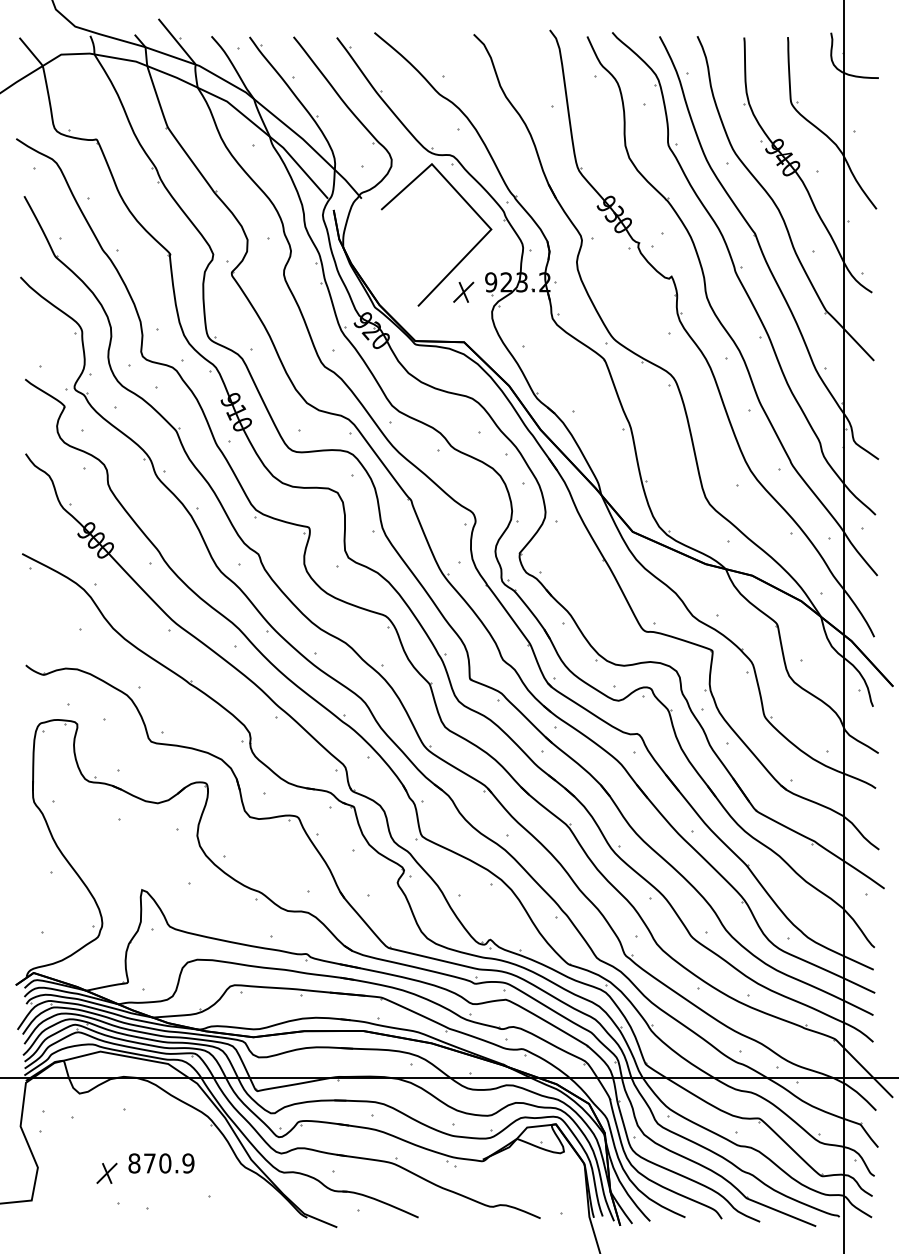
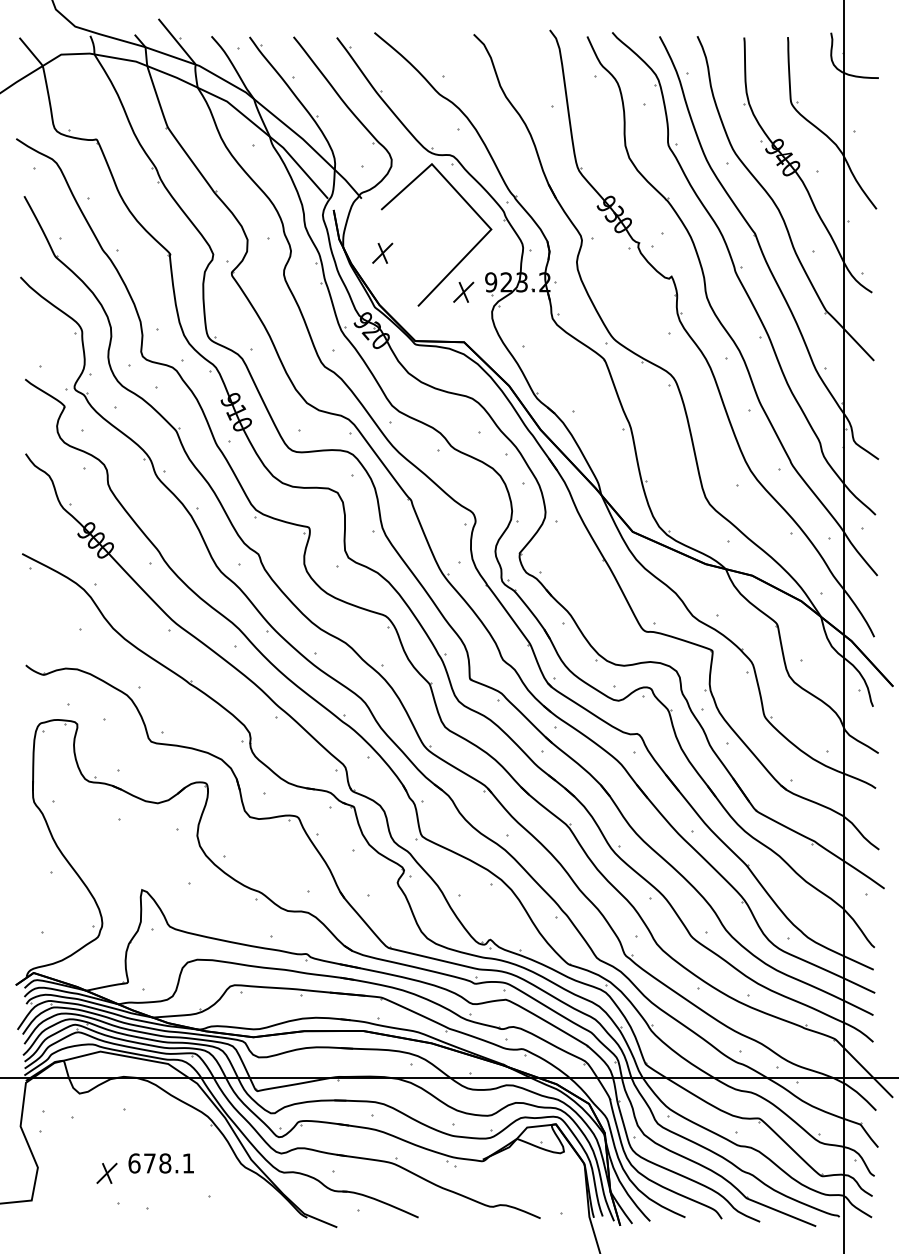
part at (382, 252): none -> present
text at (161, 1163): 870.9 -> 678.1
